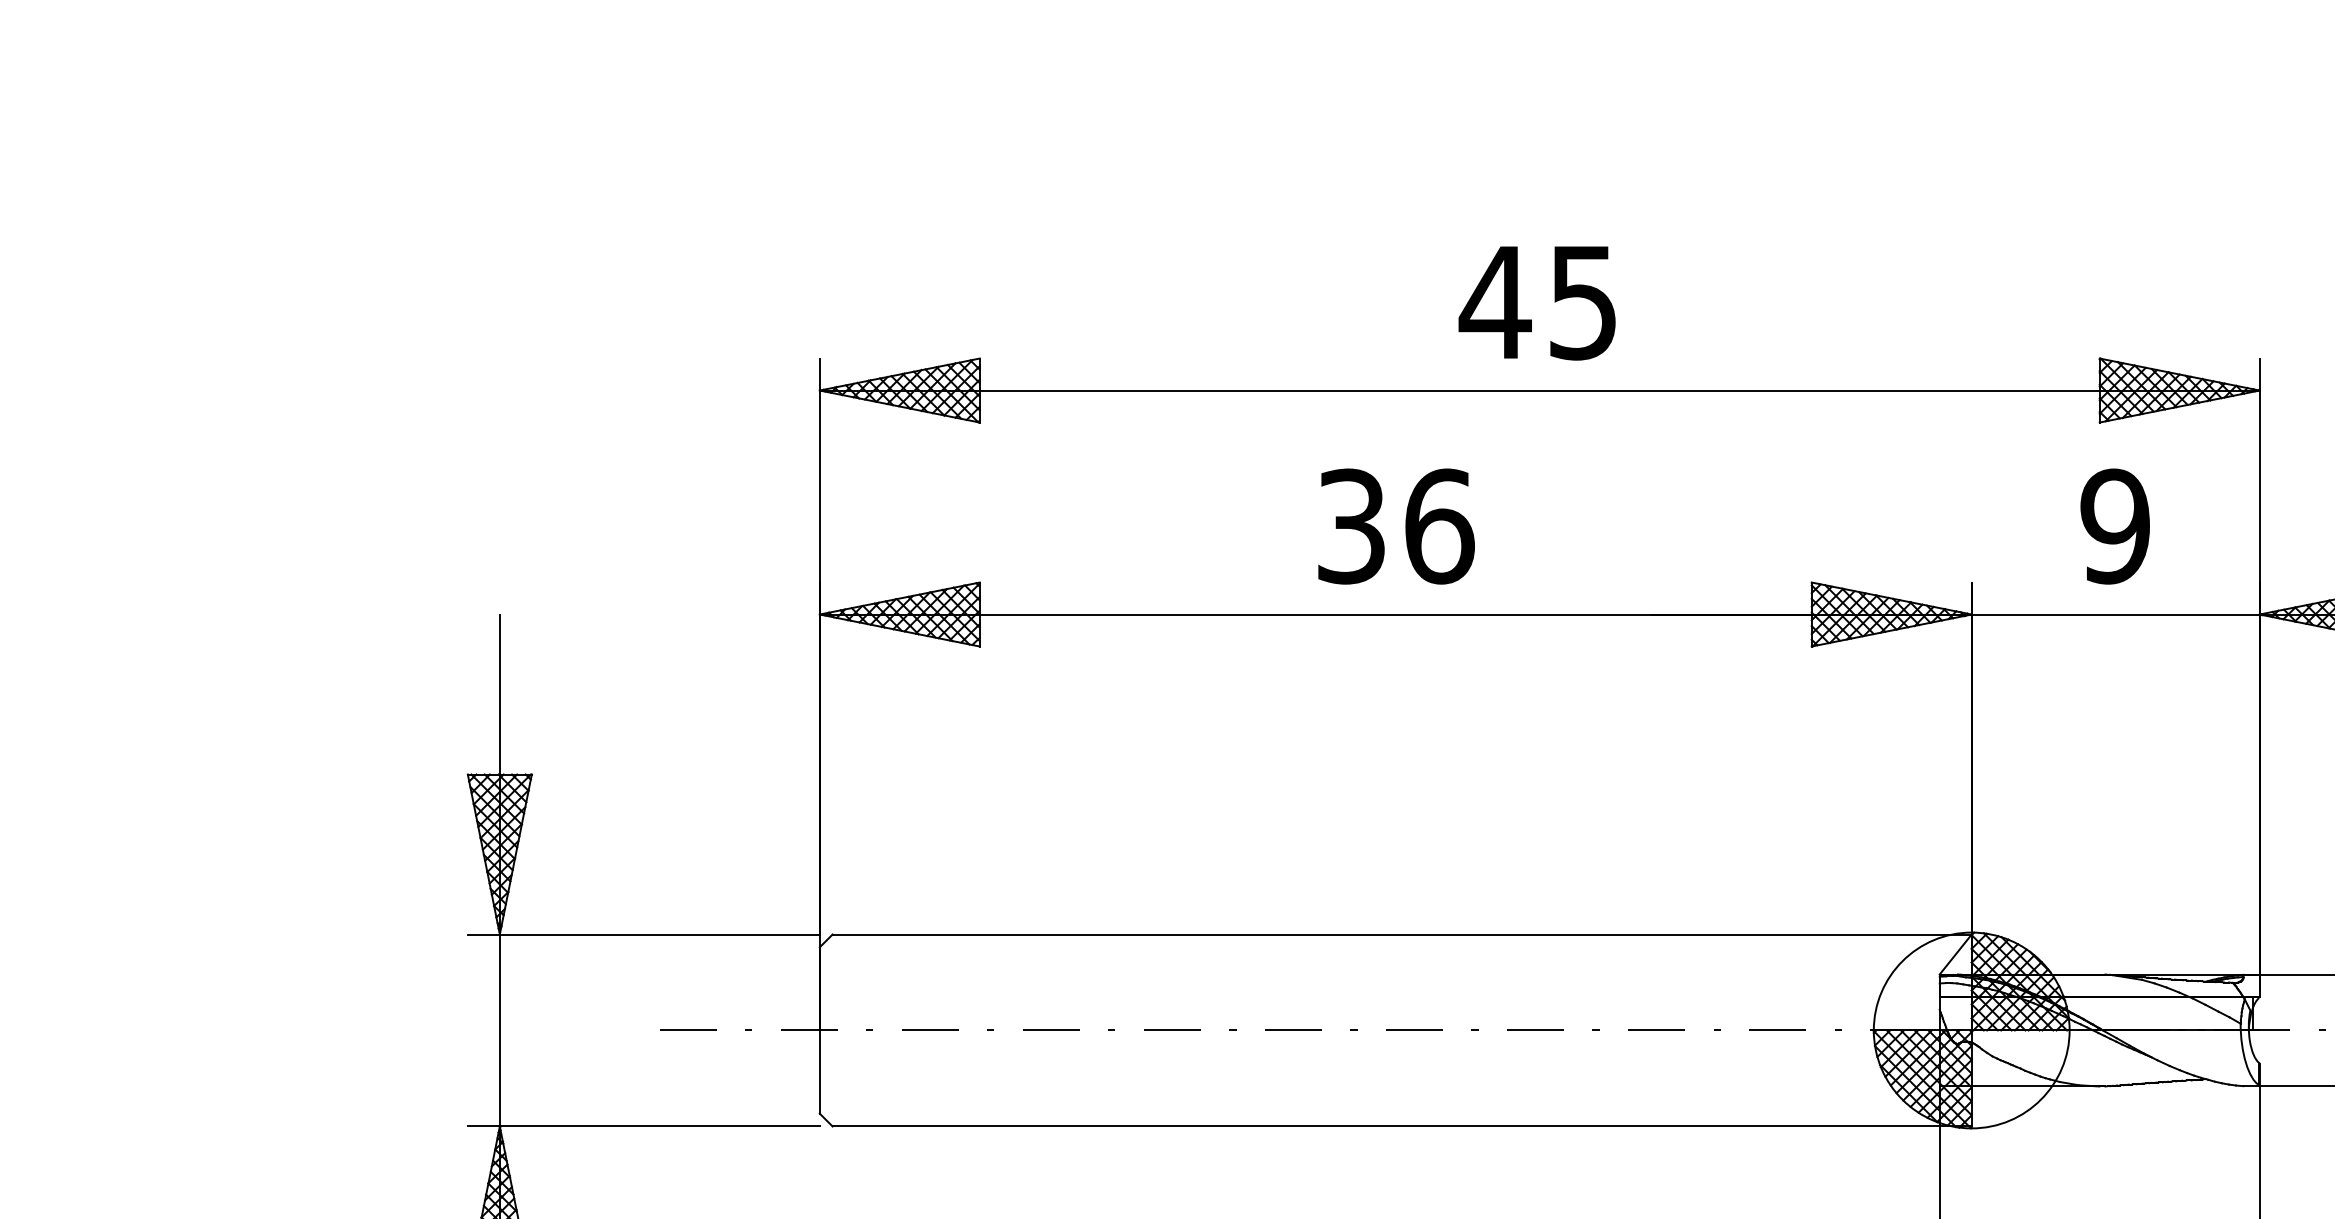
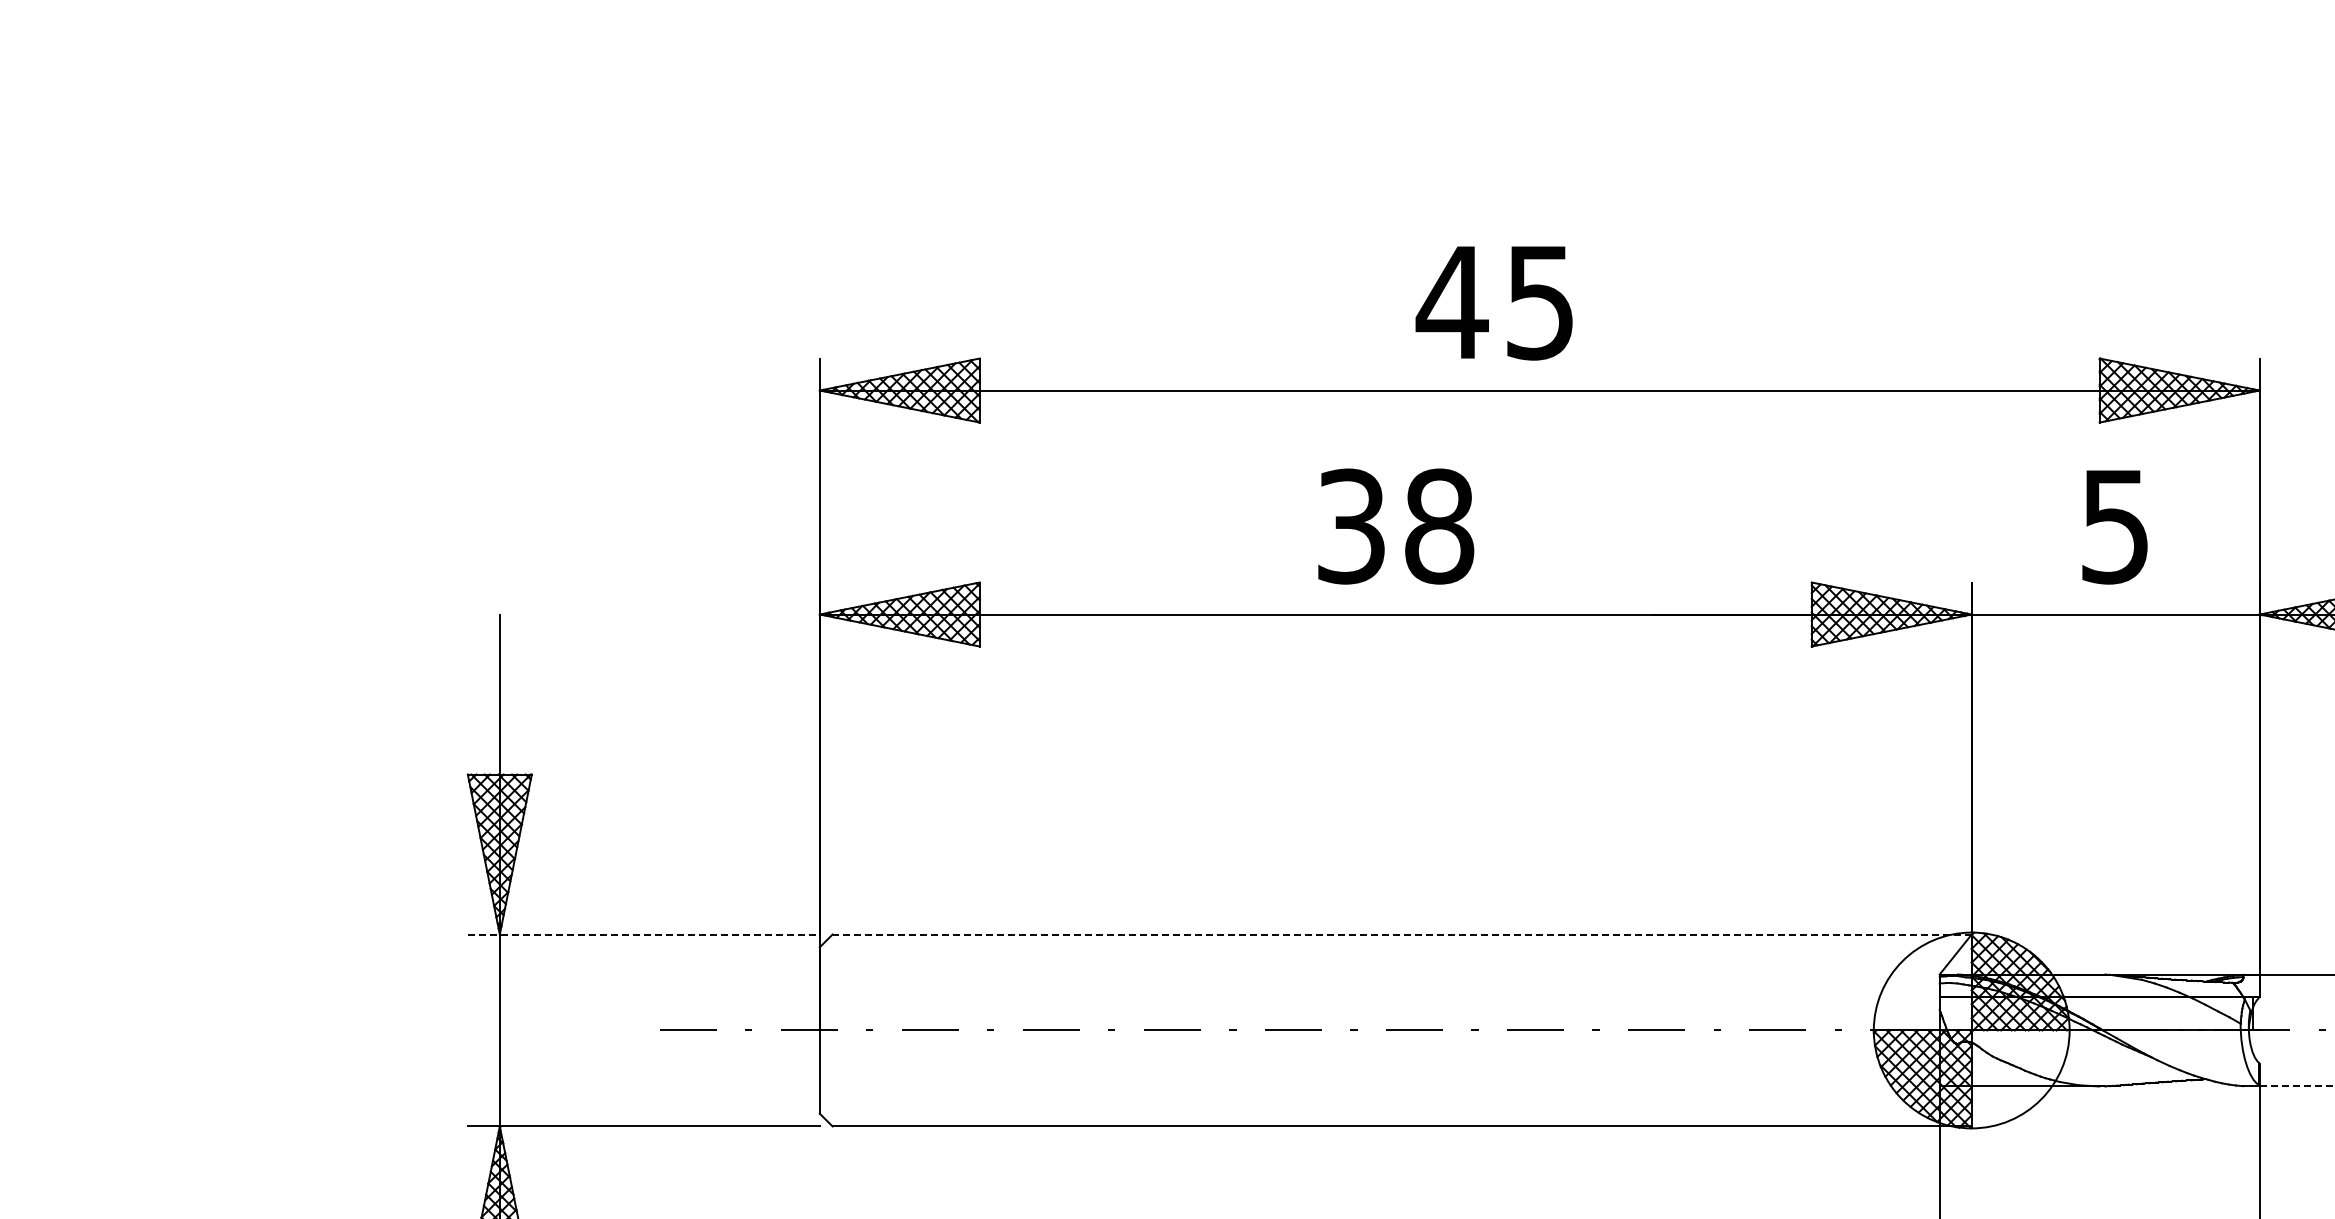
text at (1536, 303) position: (1536, 303) -> (1493, 303)
text at (1439, 526): 36 -> 38
text at (2114, 526): 9 -> 5
line at (643, 934): solid -> dashed
line at (1402, 934): solid -> dashed
line at (2297, 1086): solid -> dashed
